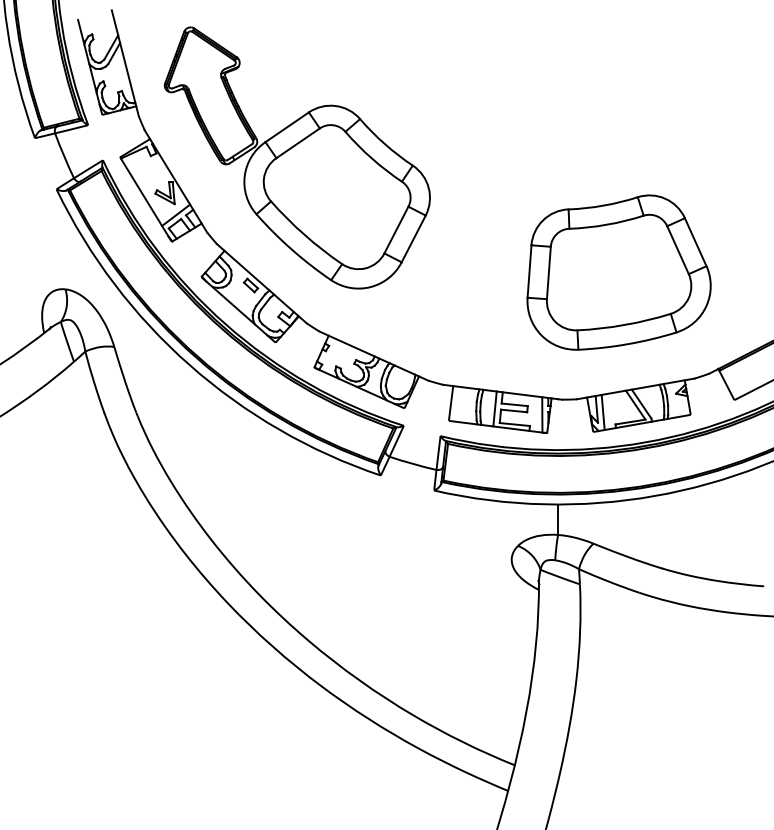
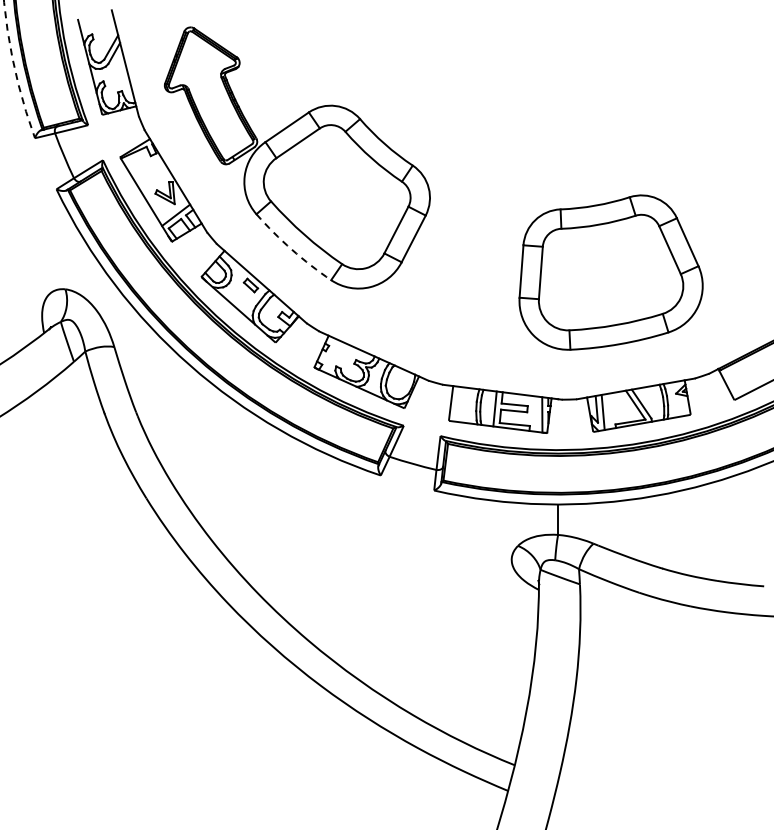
arc at (15, 71): solid -> dashed
arc at (291, 249): solid -> dashed
part at (618, 272) position: (618, 272) -> (610, 272)
